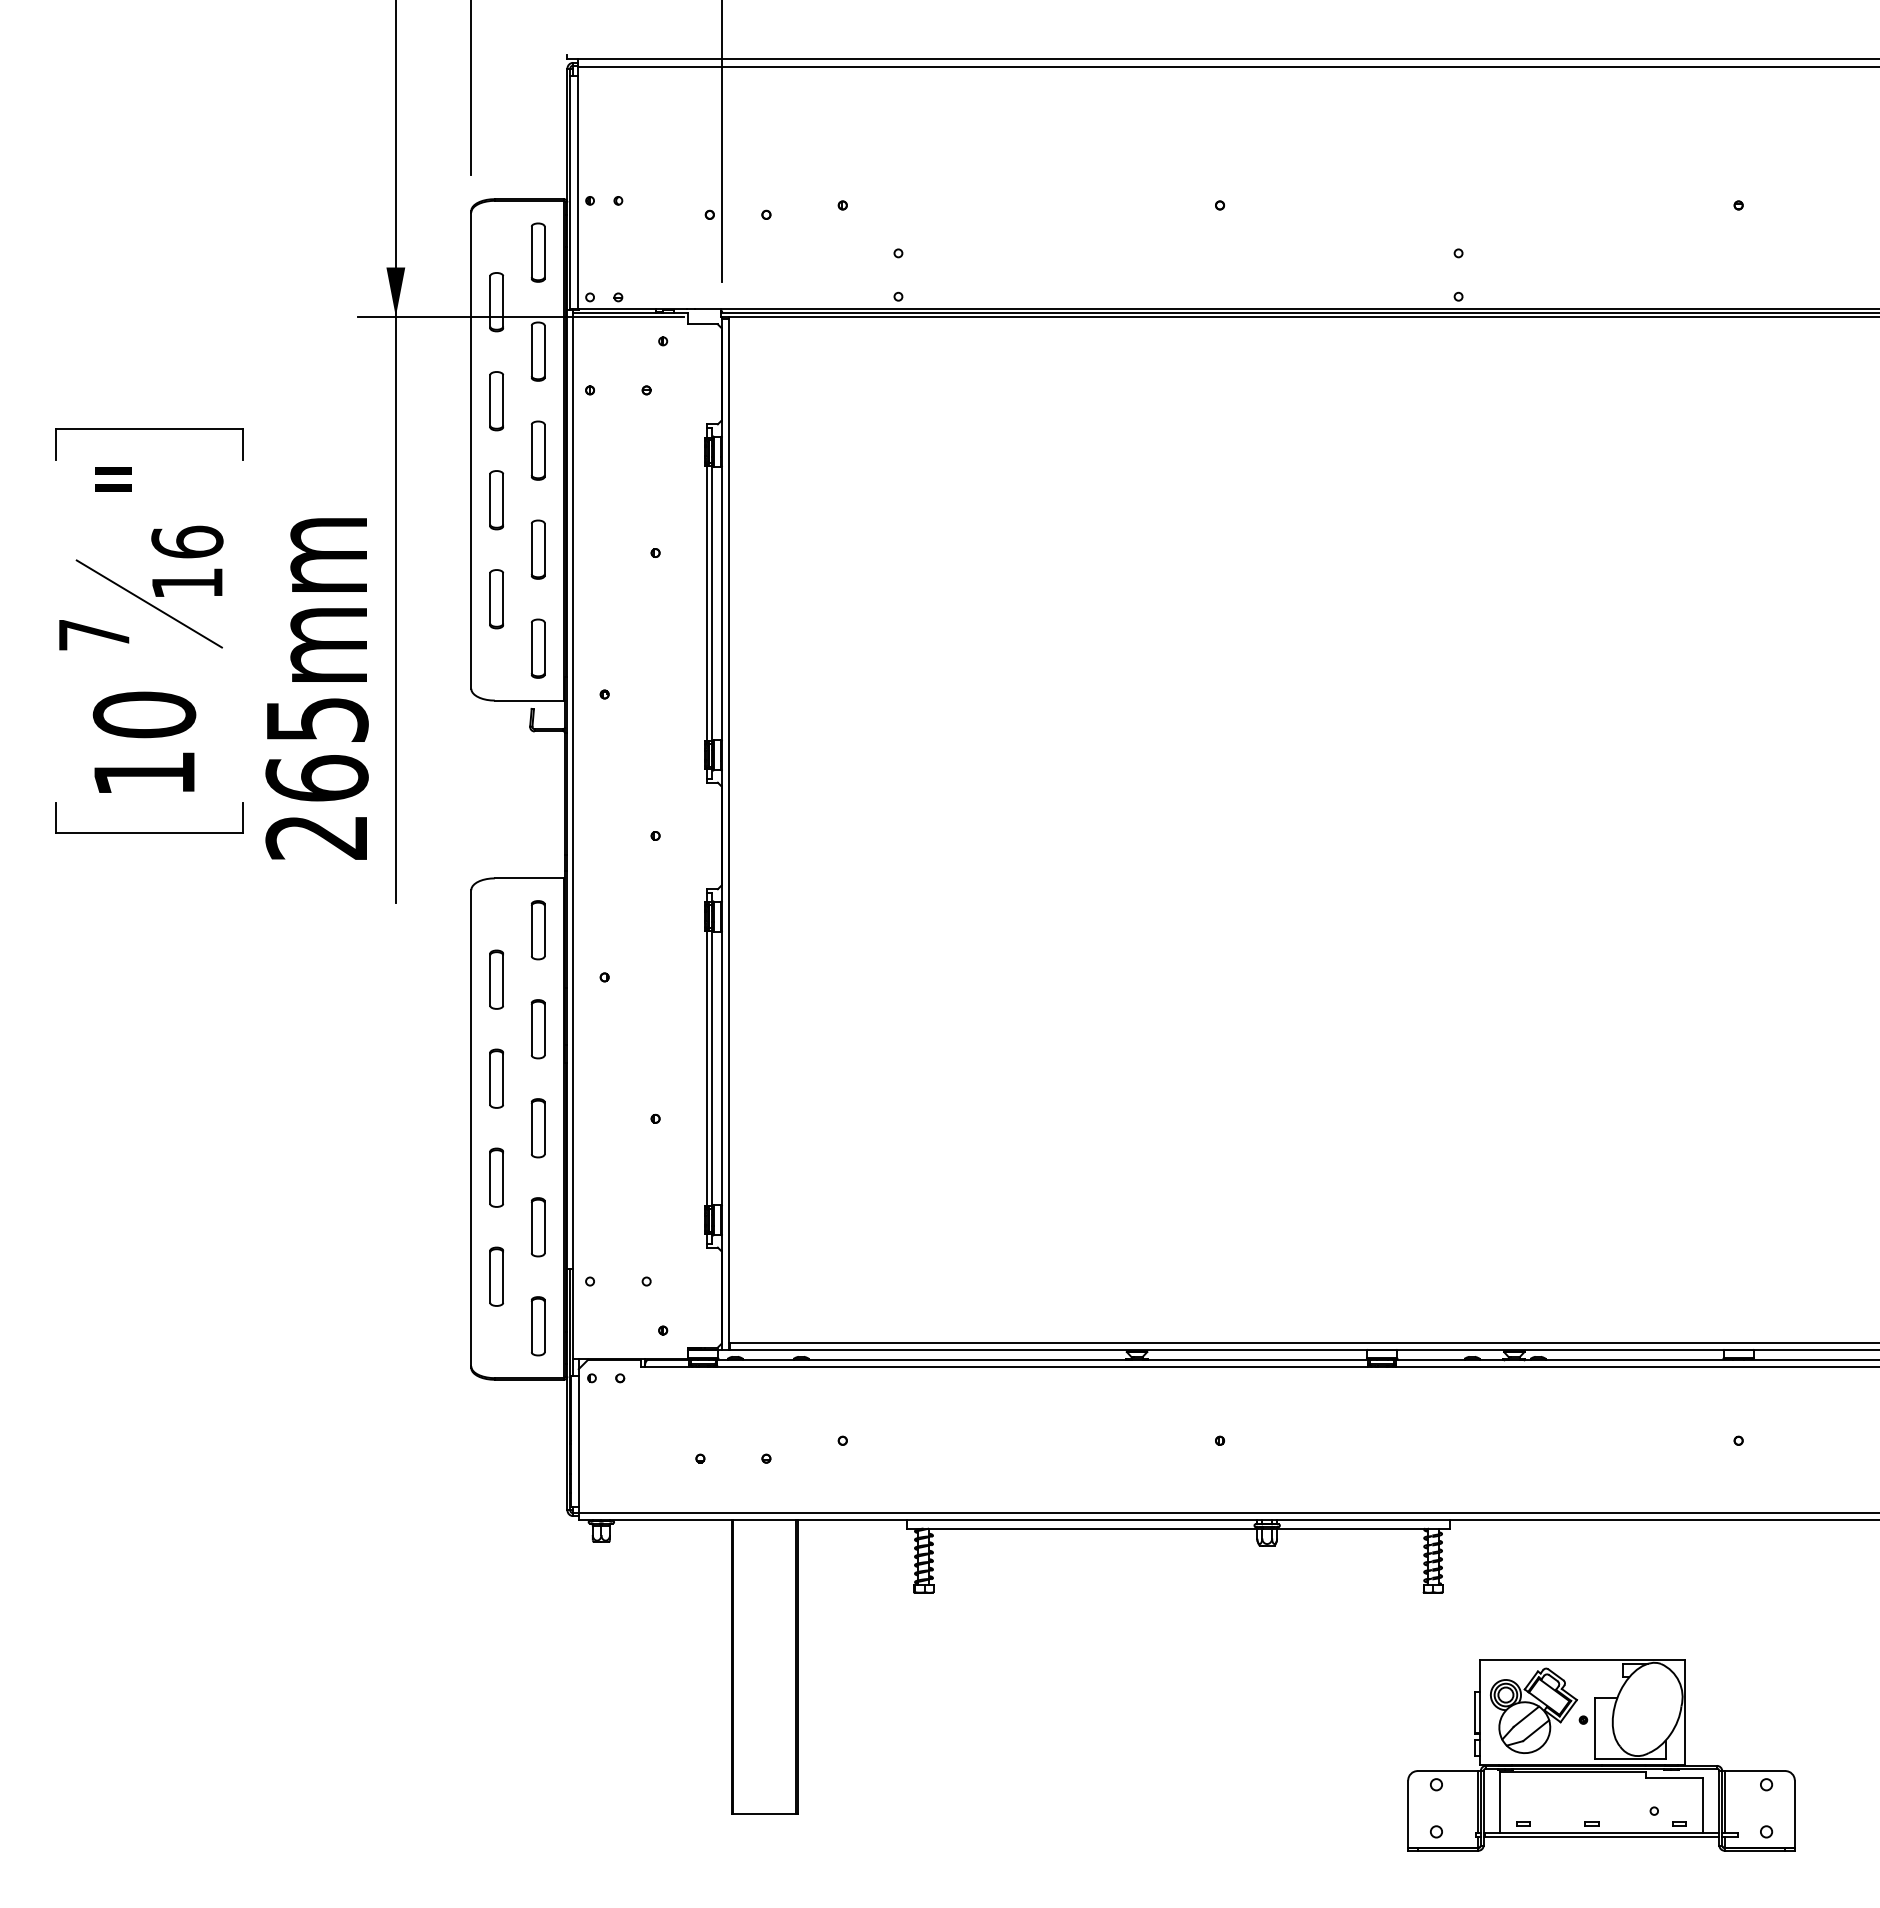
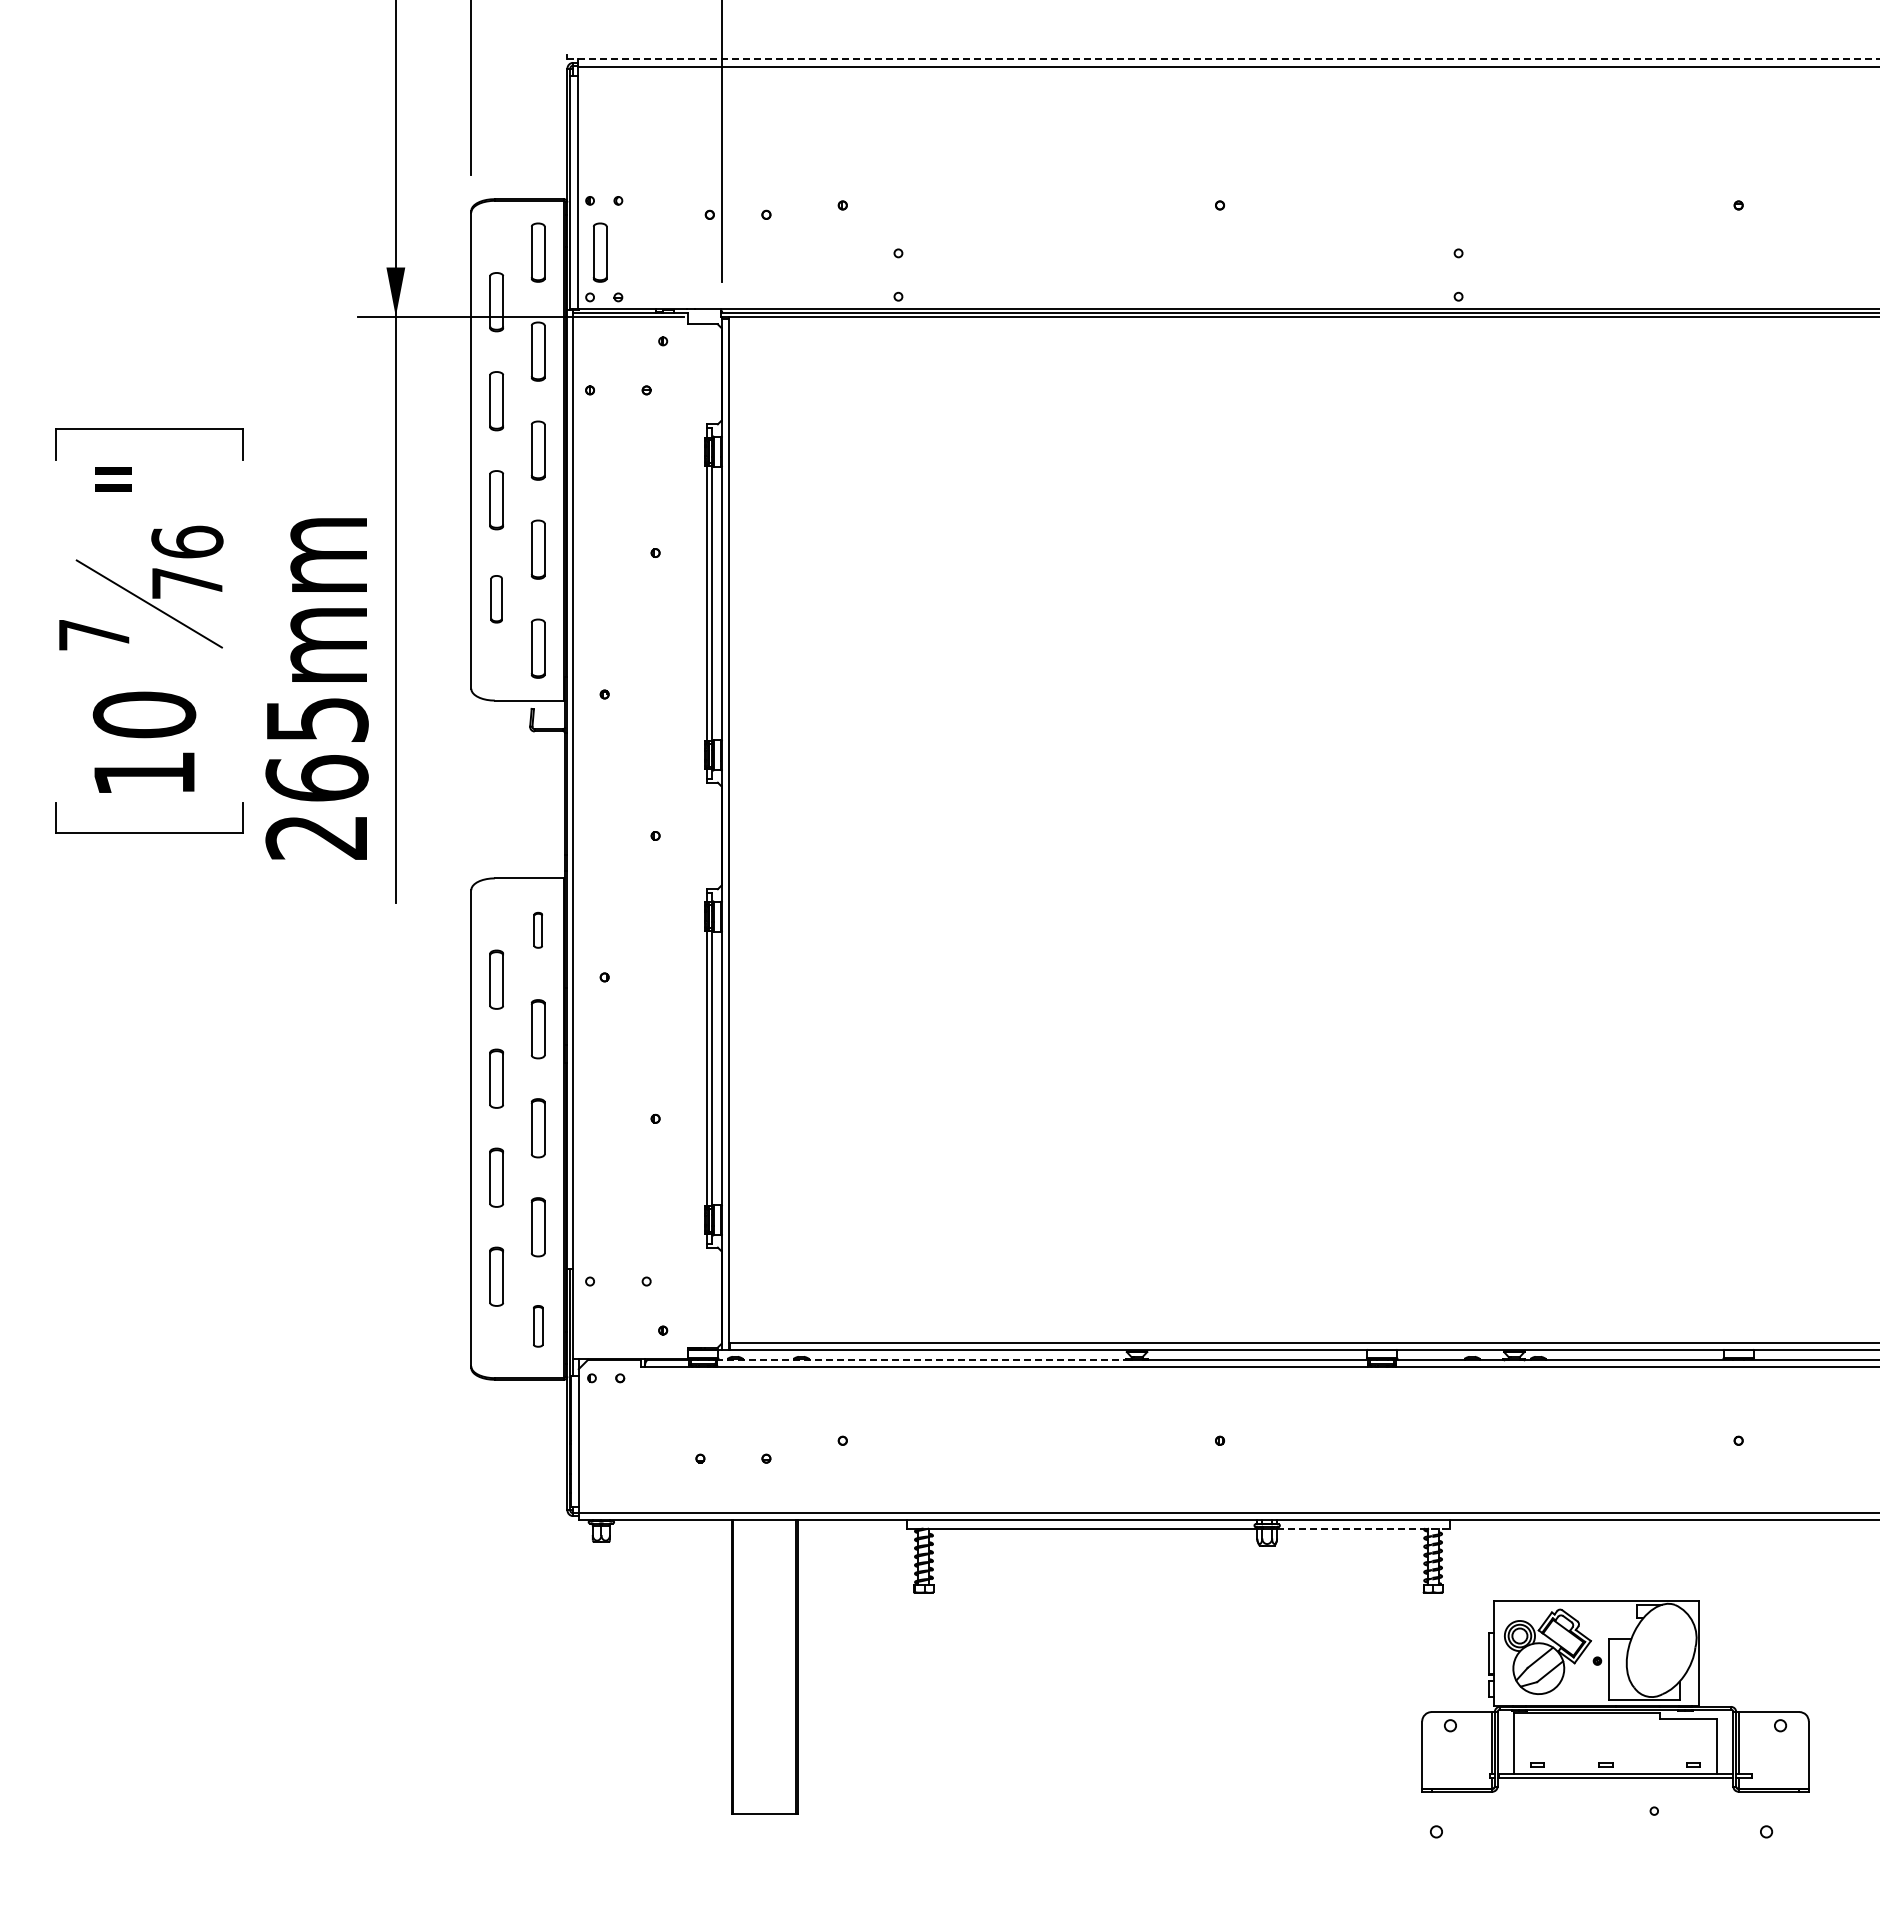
line at (1223, 59): solid -> dashed
part at (600, 252): none -> present
text at (187, 583): 16 -> 76
part at (496, 599) size: 15x61 px -> 13x49 px
part at (538, 930) size: 15x61 px -> 10x38 px
part at (538, 1326) size: 15x61 px -> 11x43 px
line at (923, 1359): solid -> dashed
line at (1364, 1528): solid -> dashed
part at (1601, 1755) position: (1601, 1755) -> (1615, 1696)
